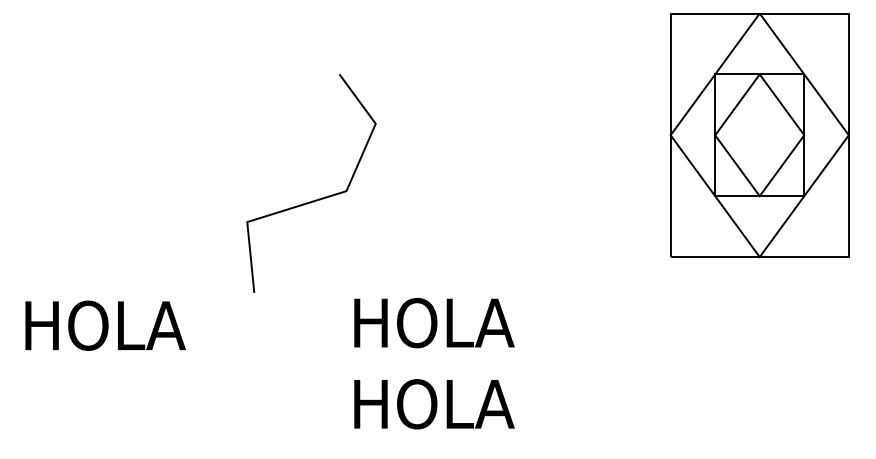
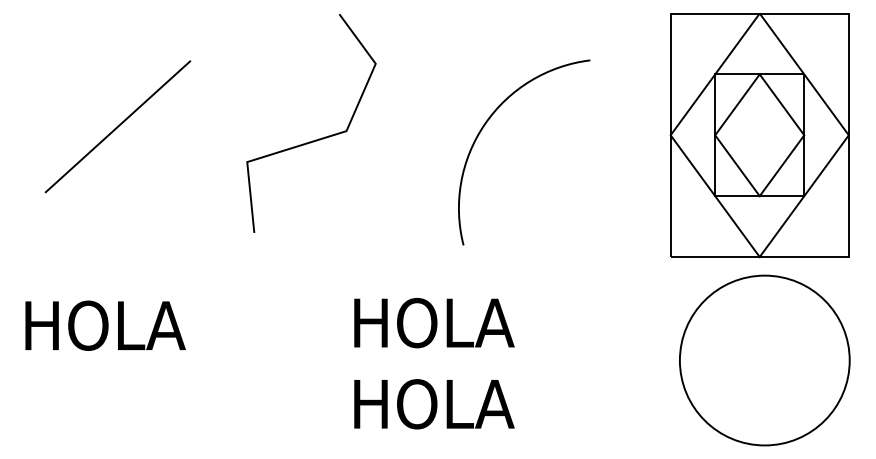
arc at (485, 125): none -> present
line at (117, 126): none -> present
line at (315, 199) position: (315, 199) -> (315, 139)
circle at (764, 360): none -> present
